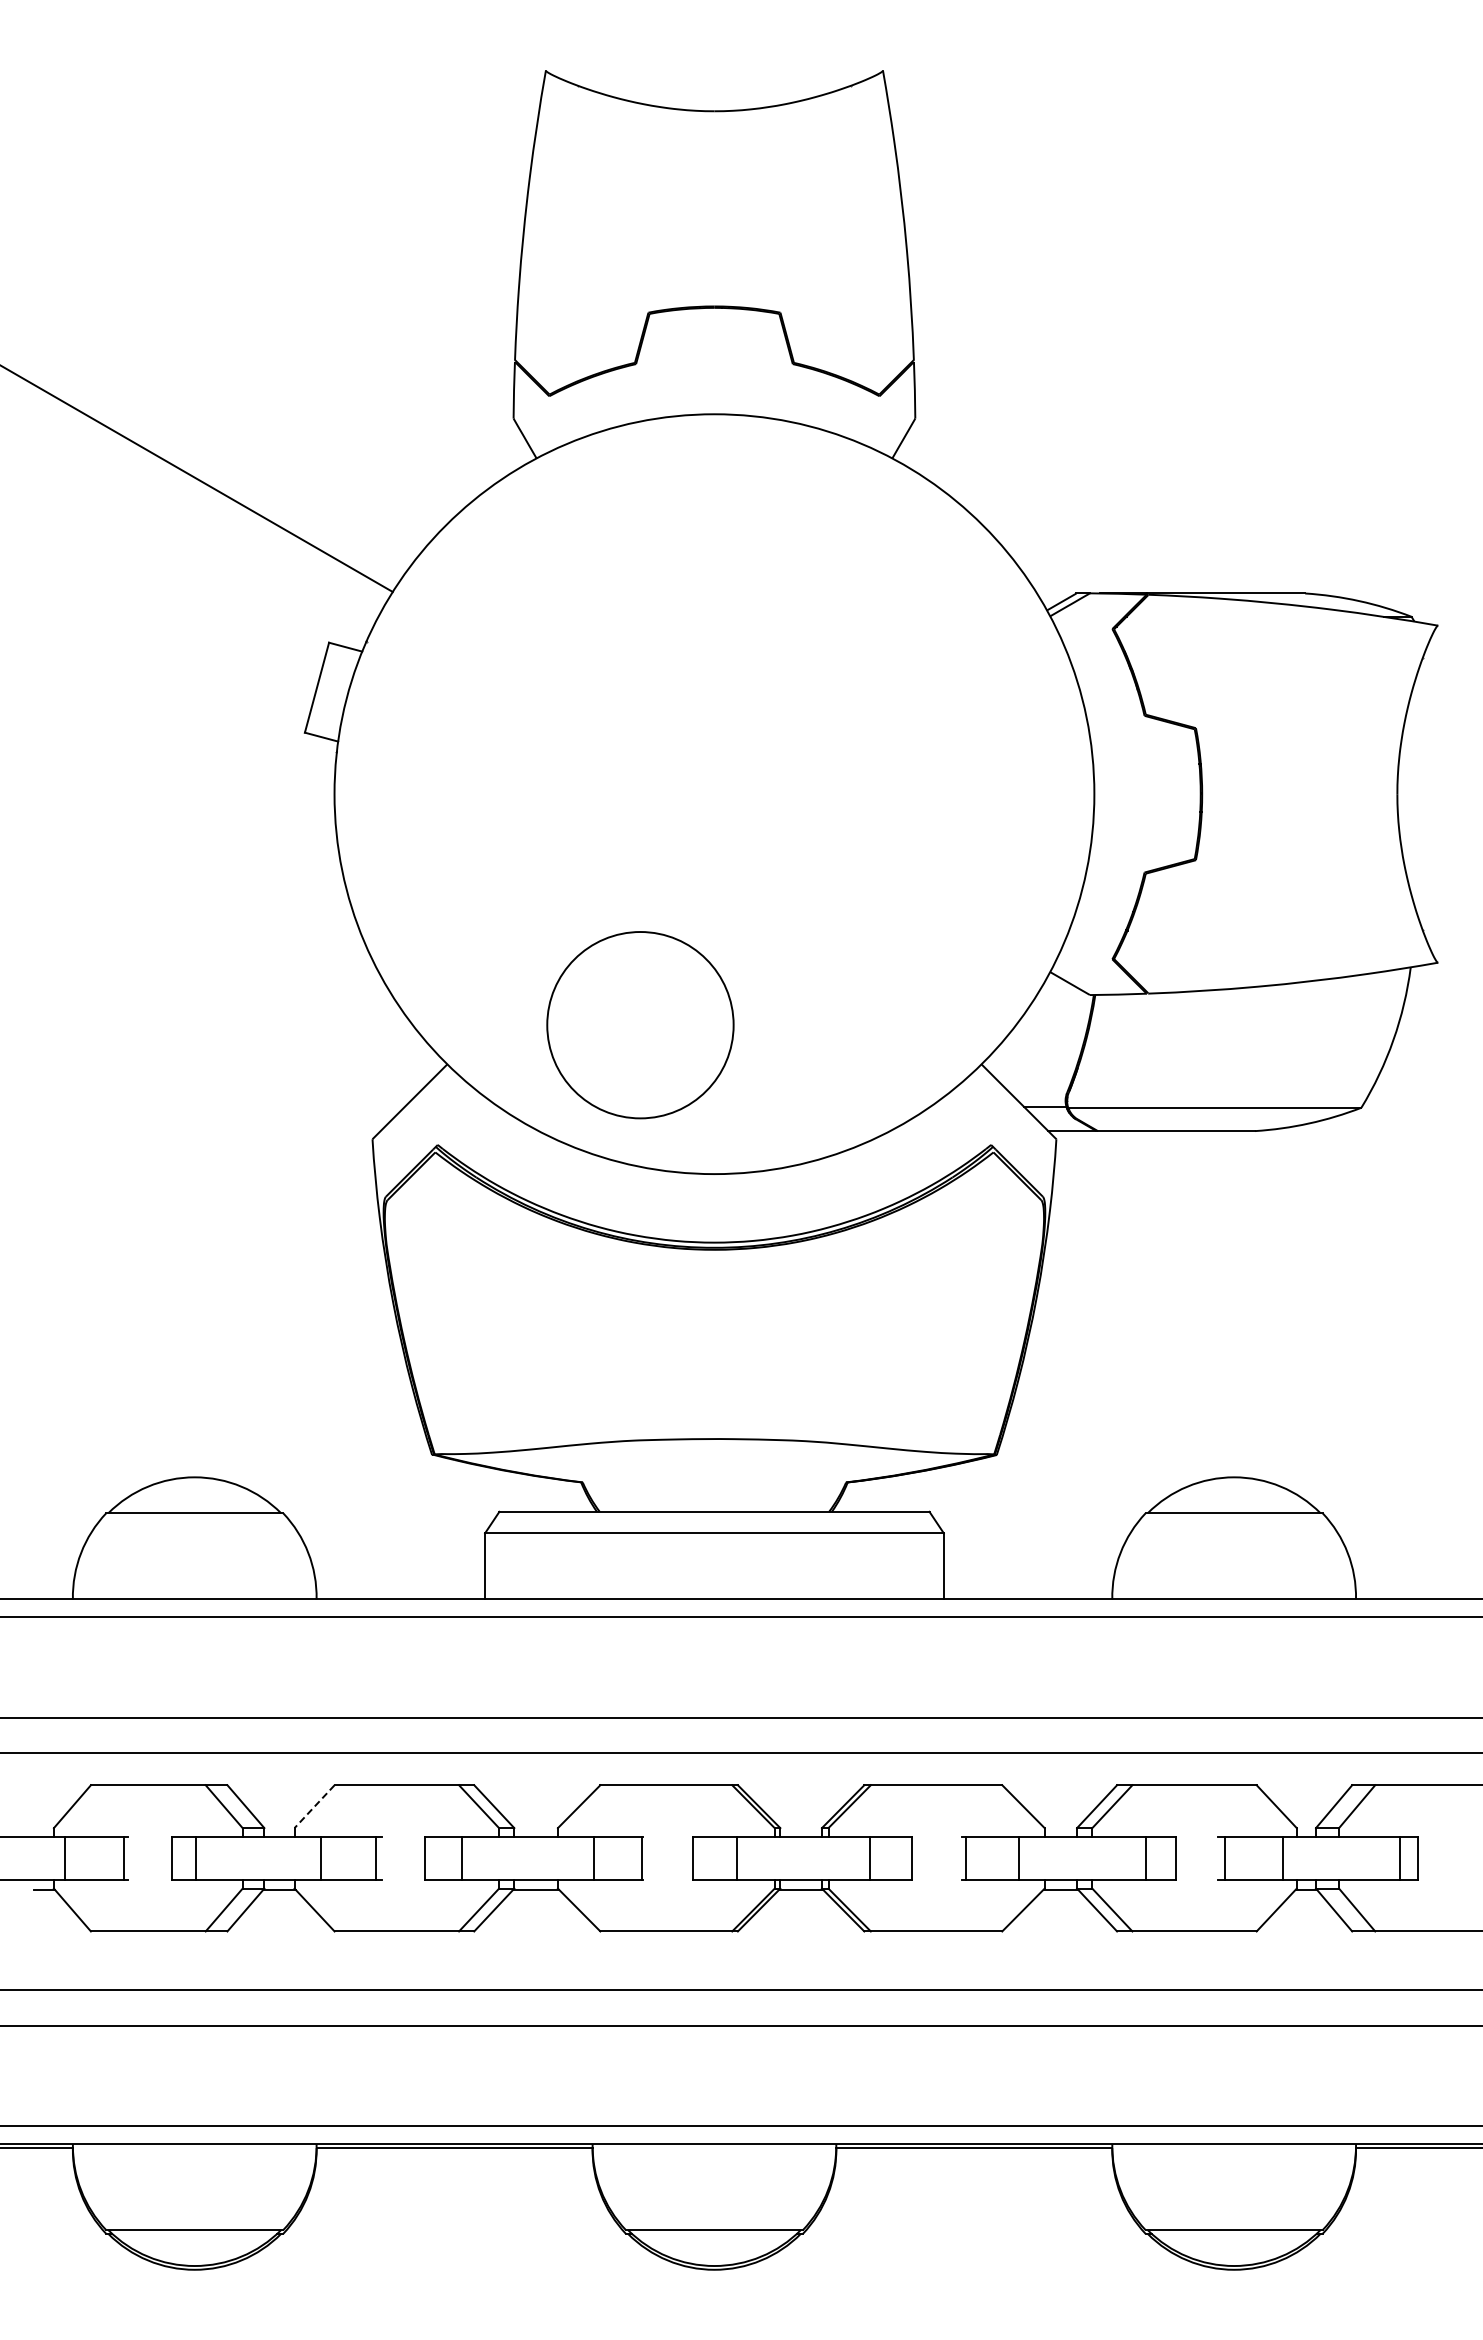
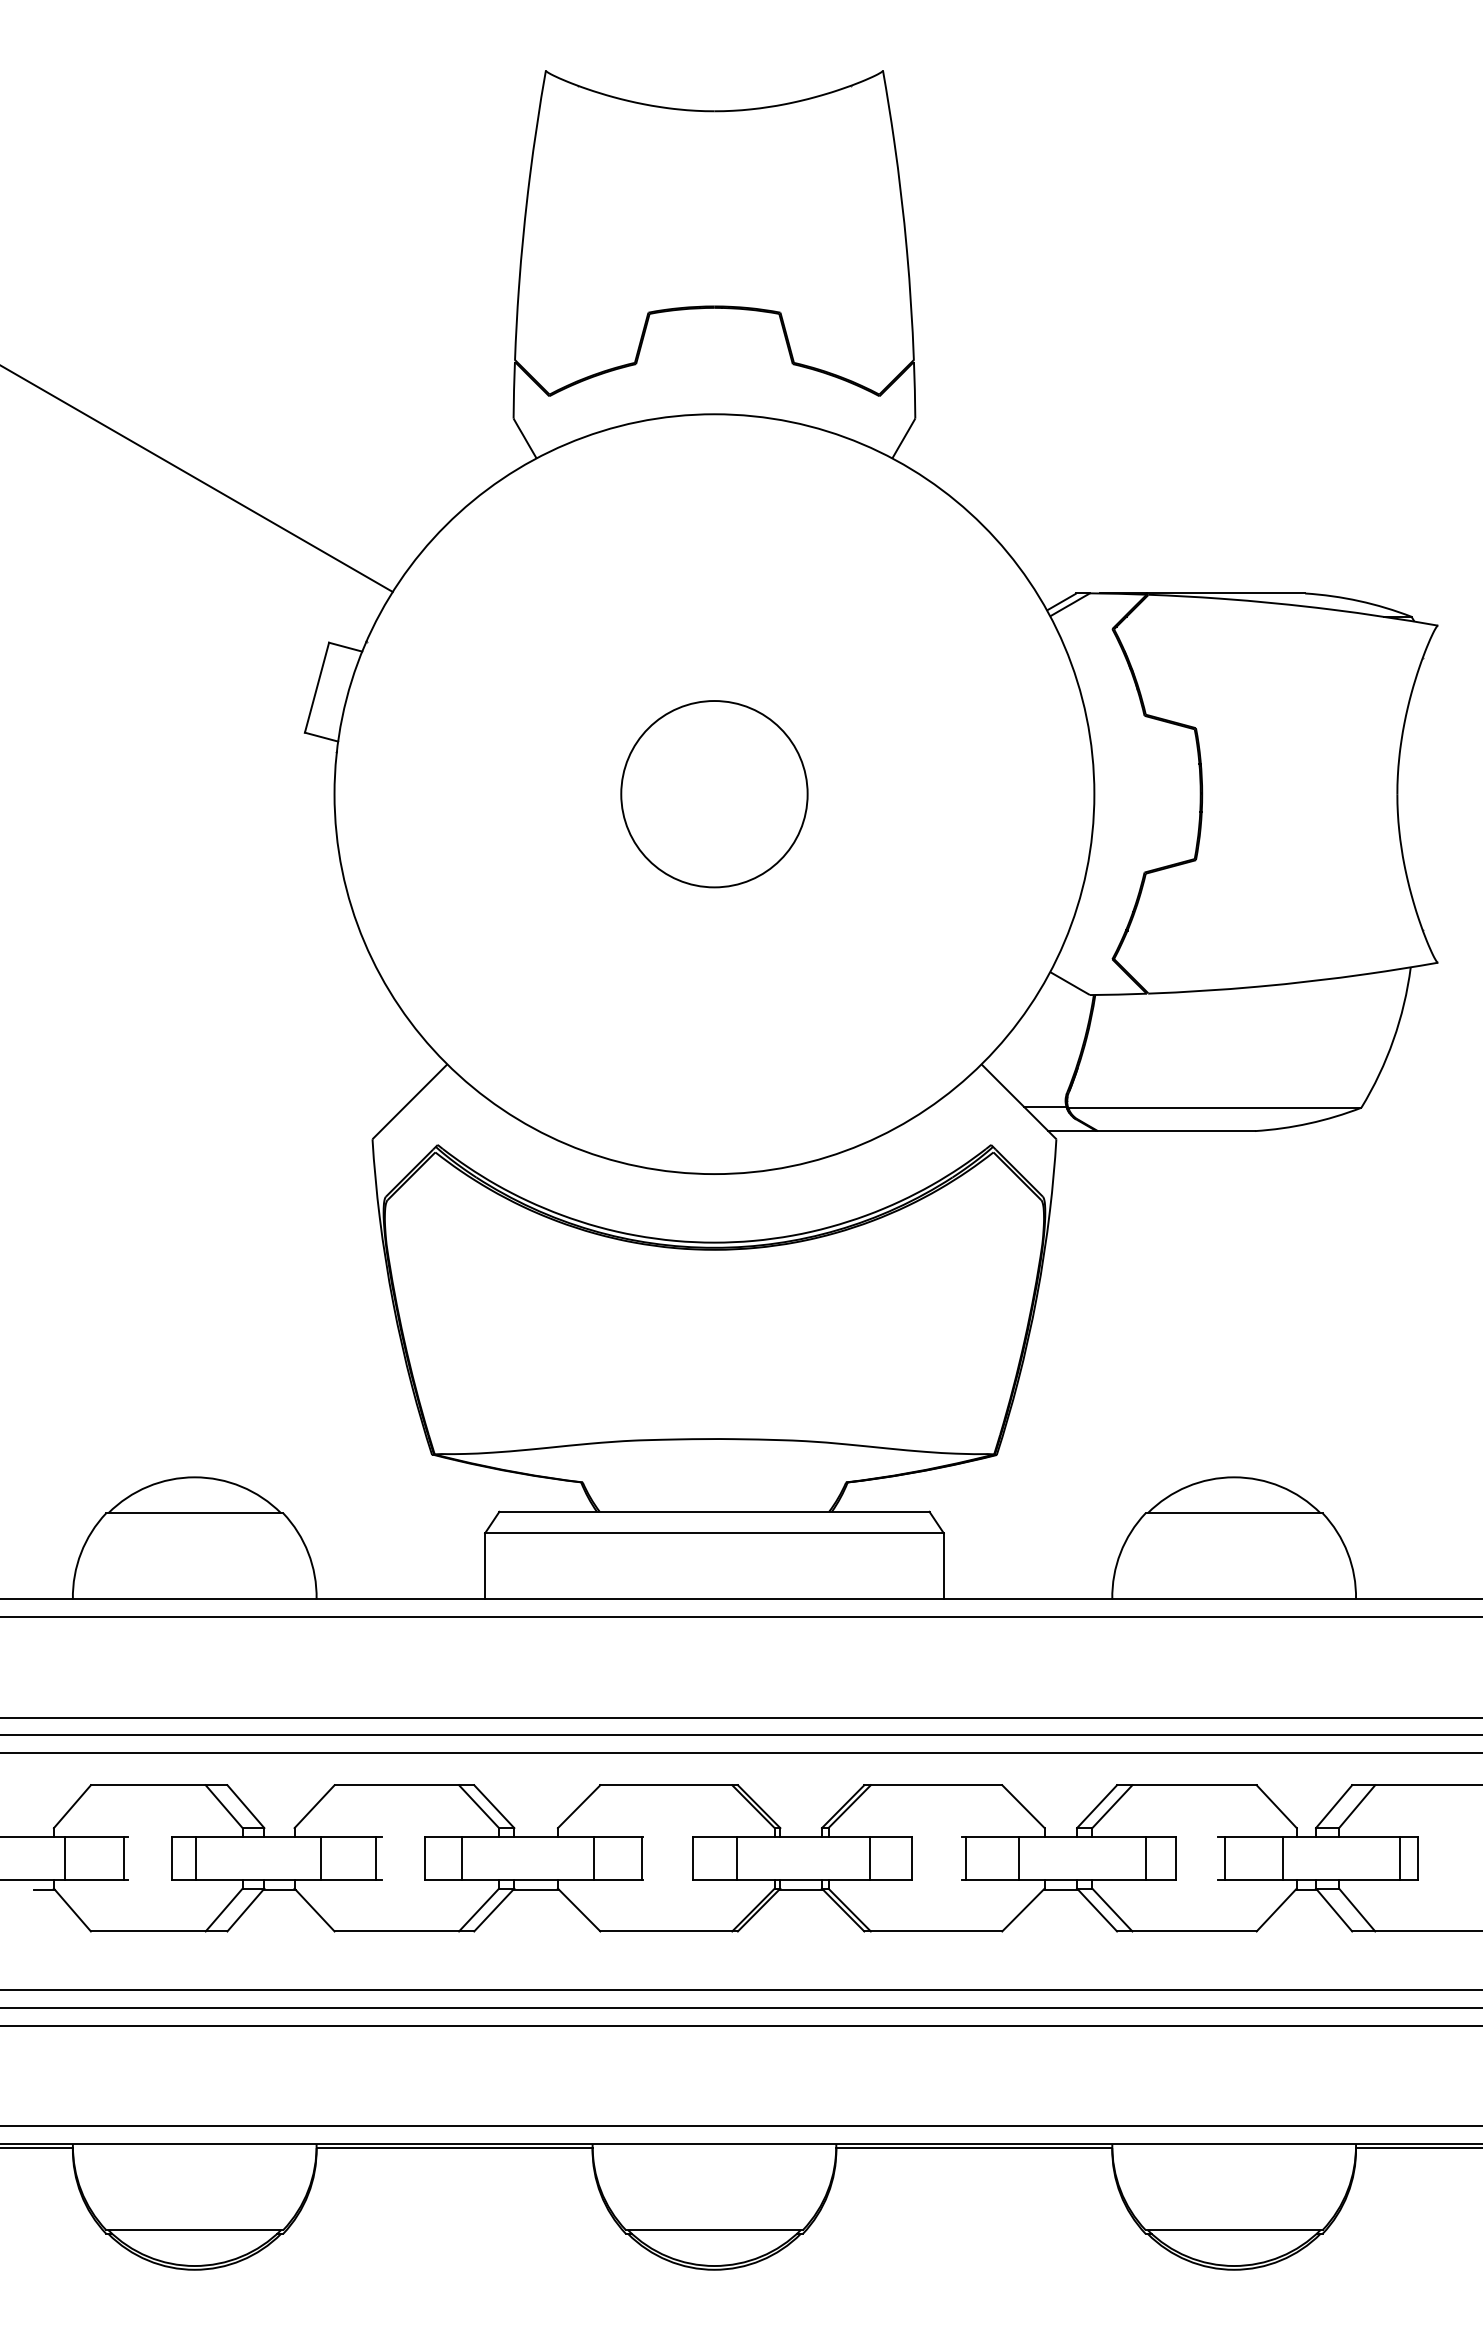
circle at (640, 1025) position: (640, 1025) -> (714, 794)
line at (740, 1735): none -> present
line at (314, 1807): dashed -> solid
line at (740, 2007): none -> present
